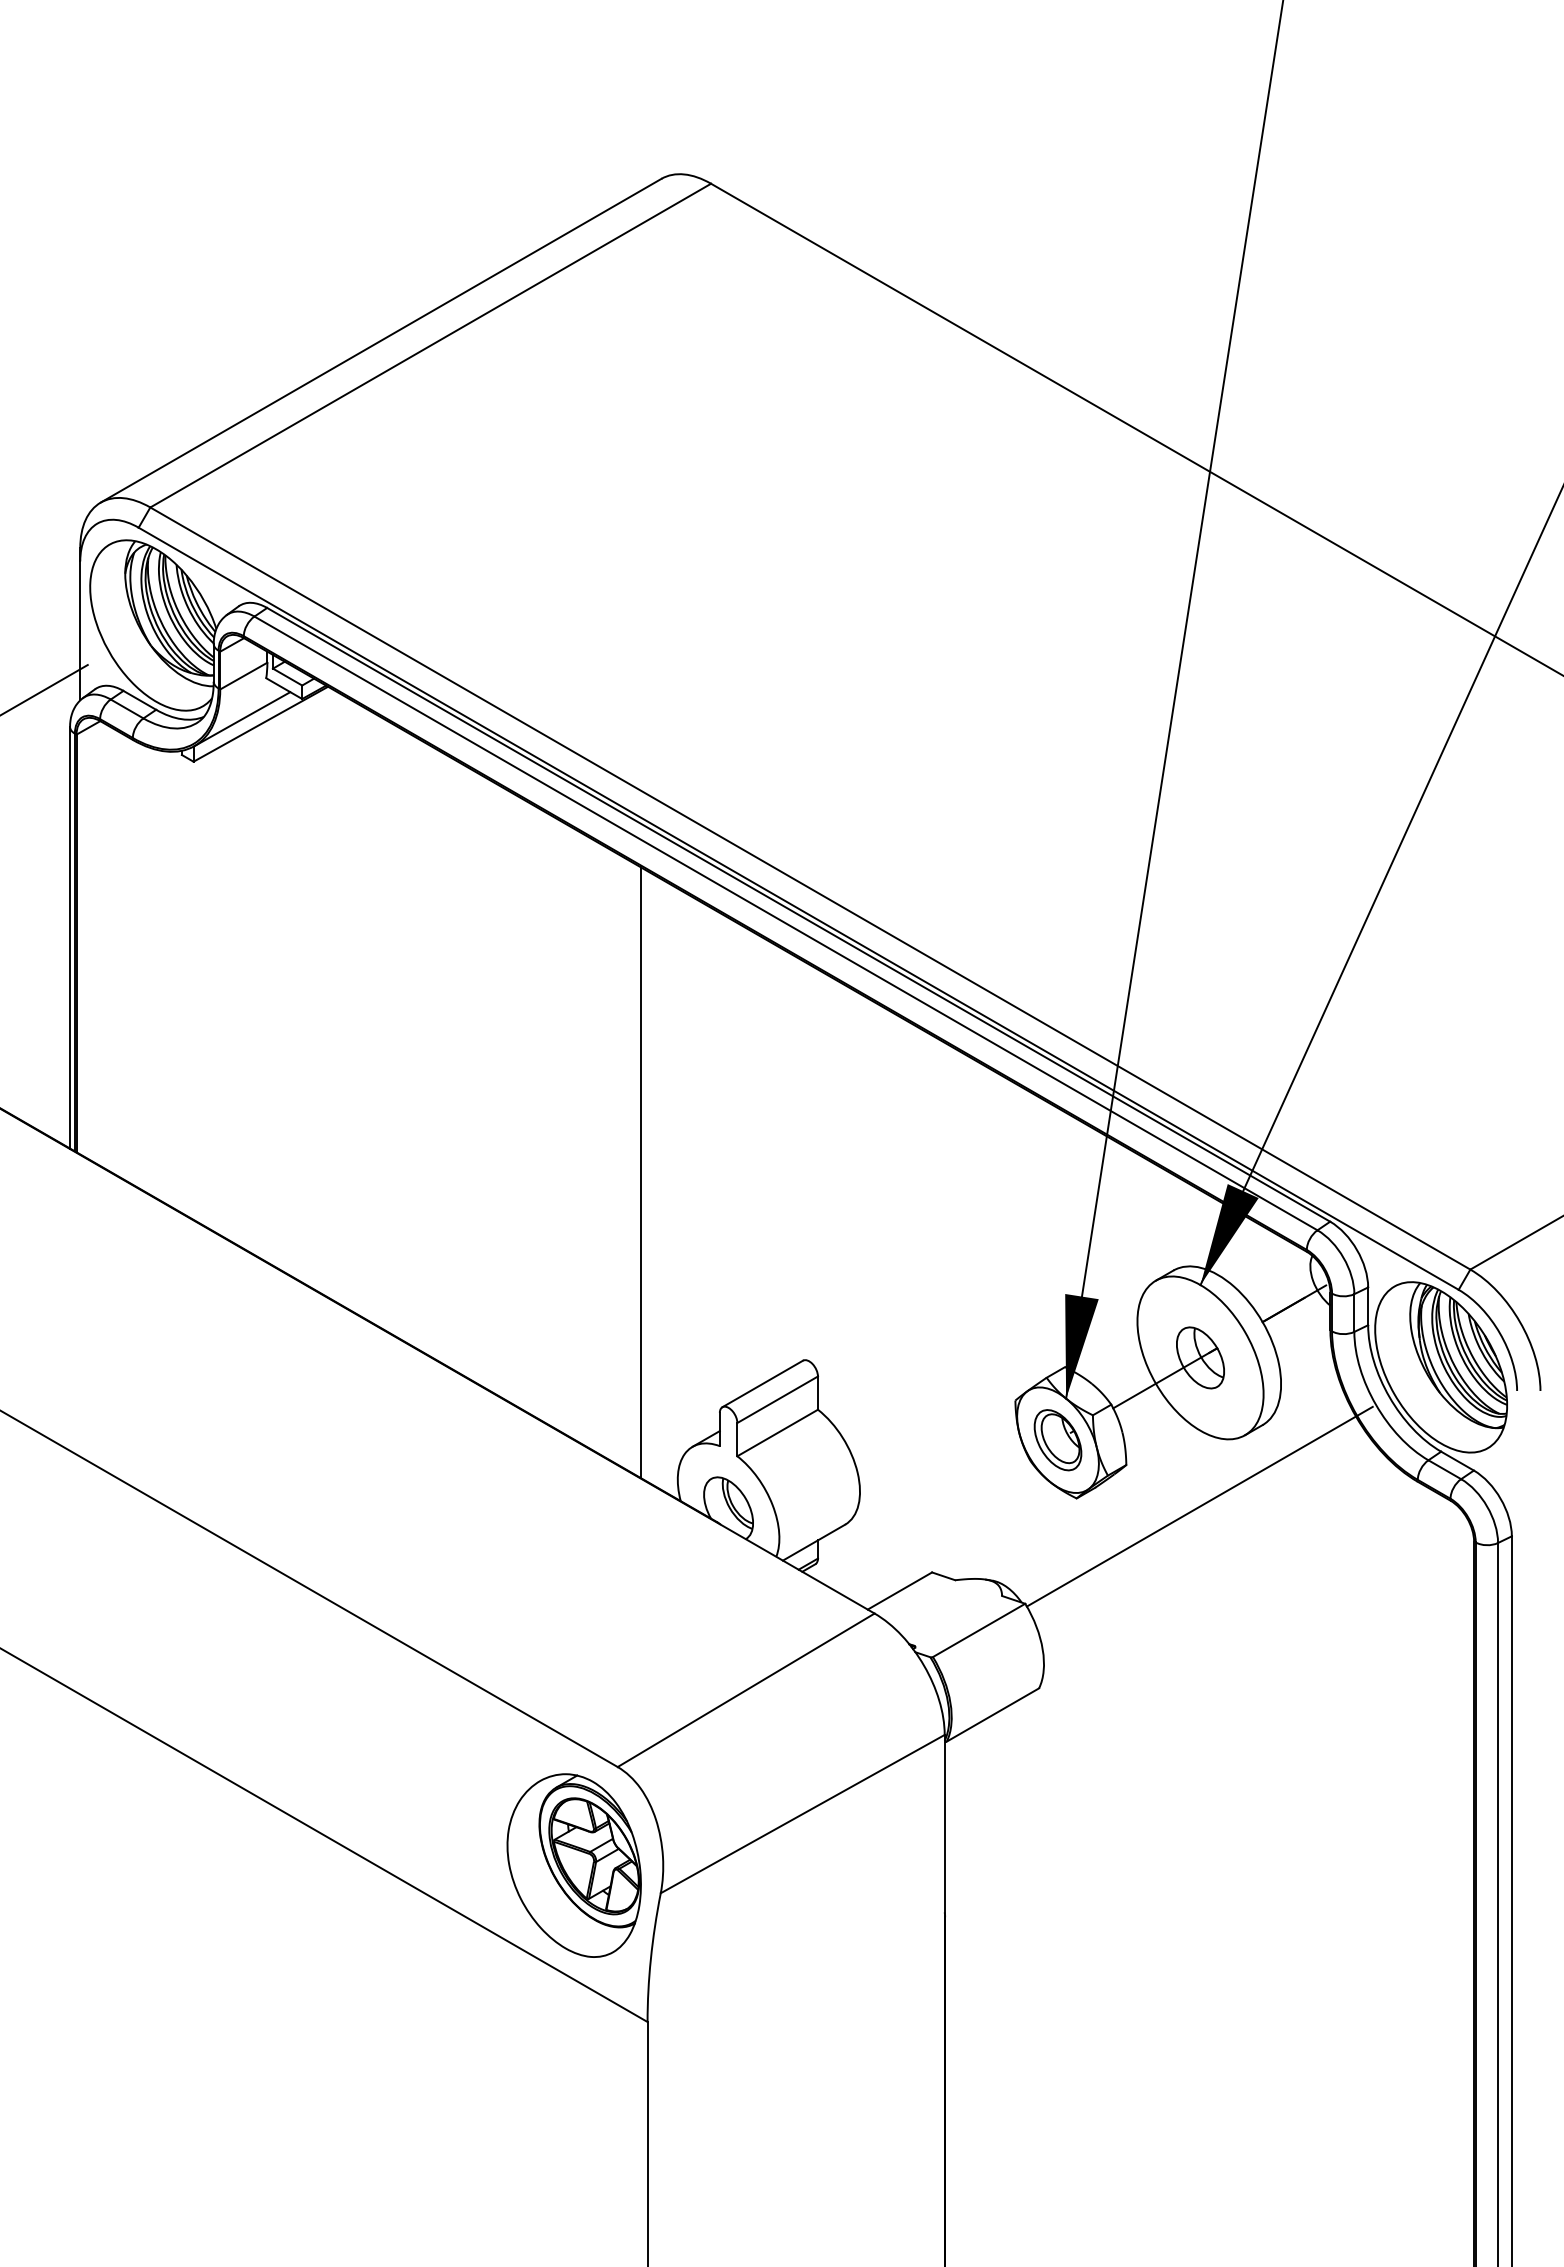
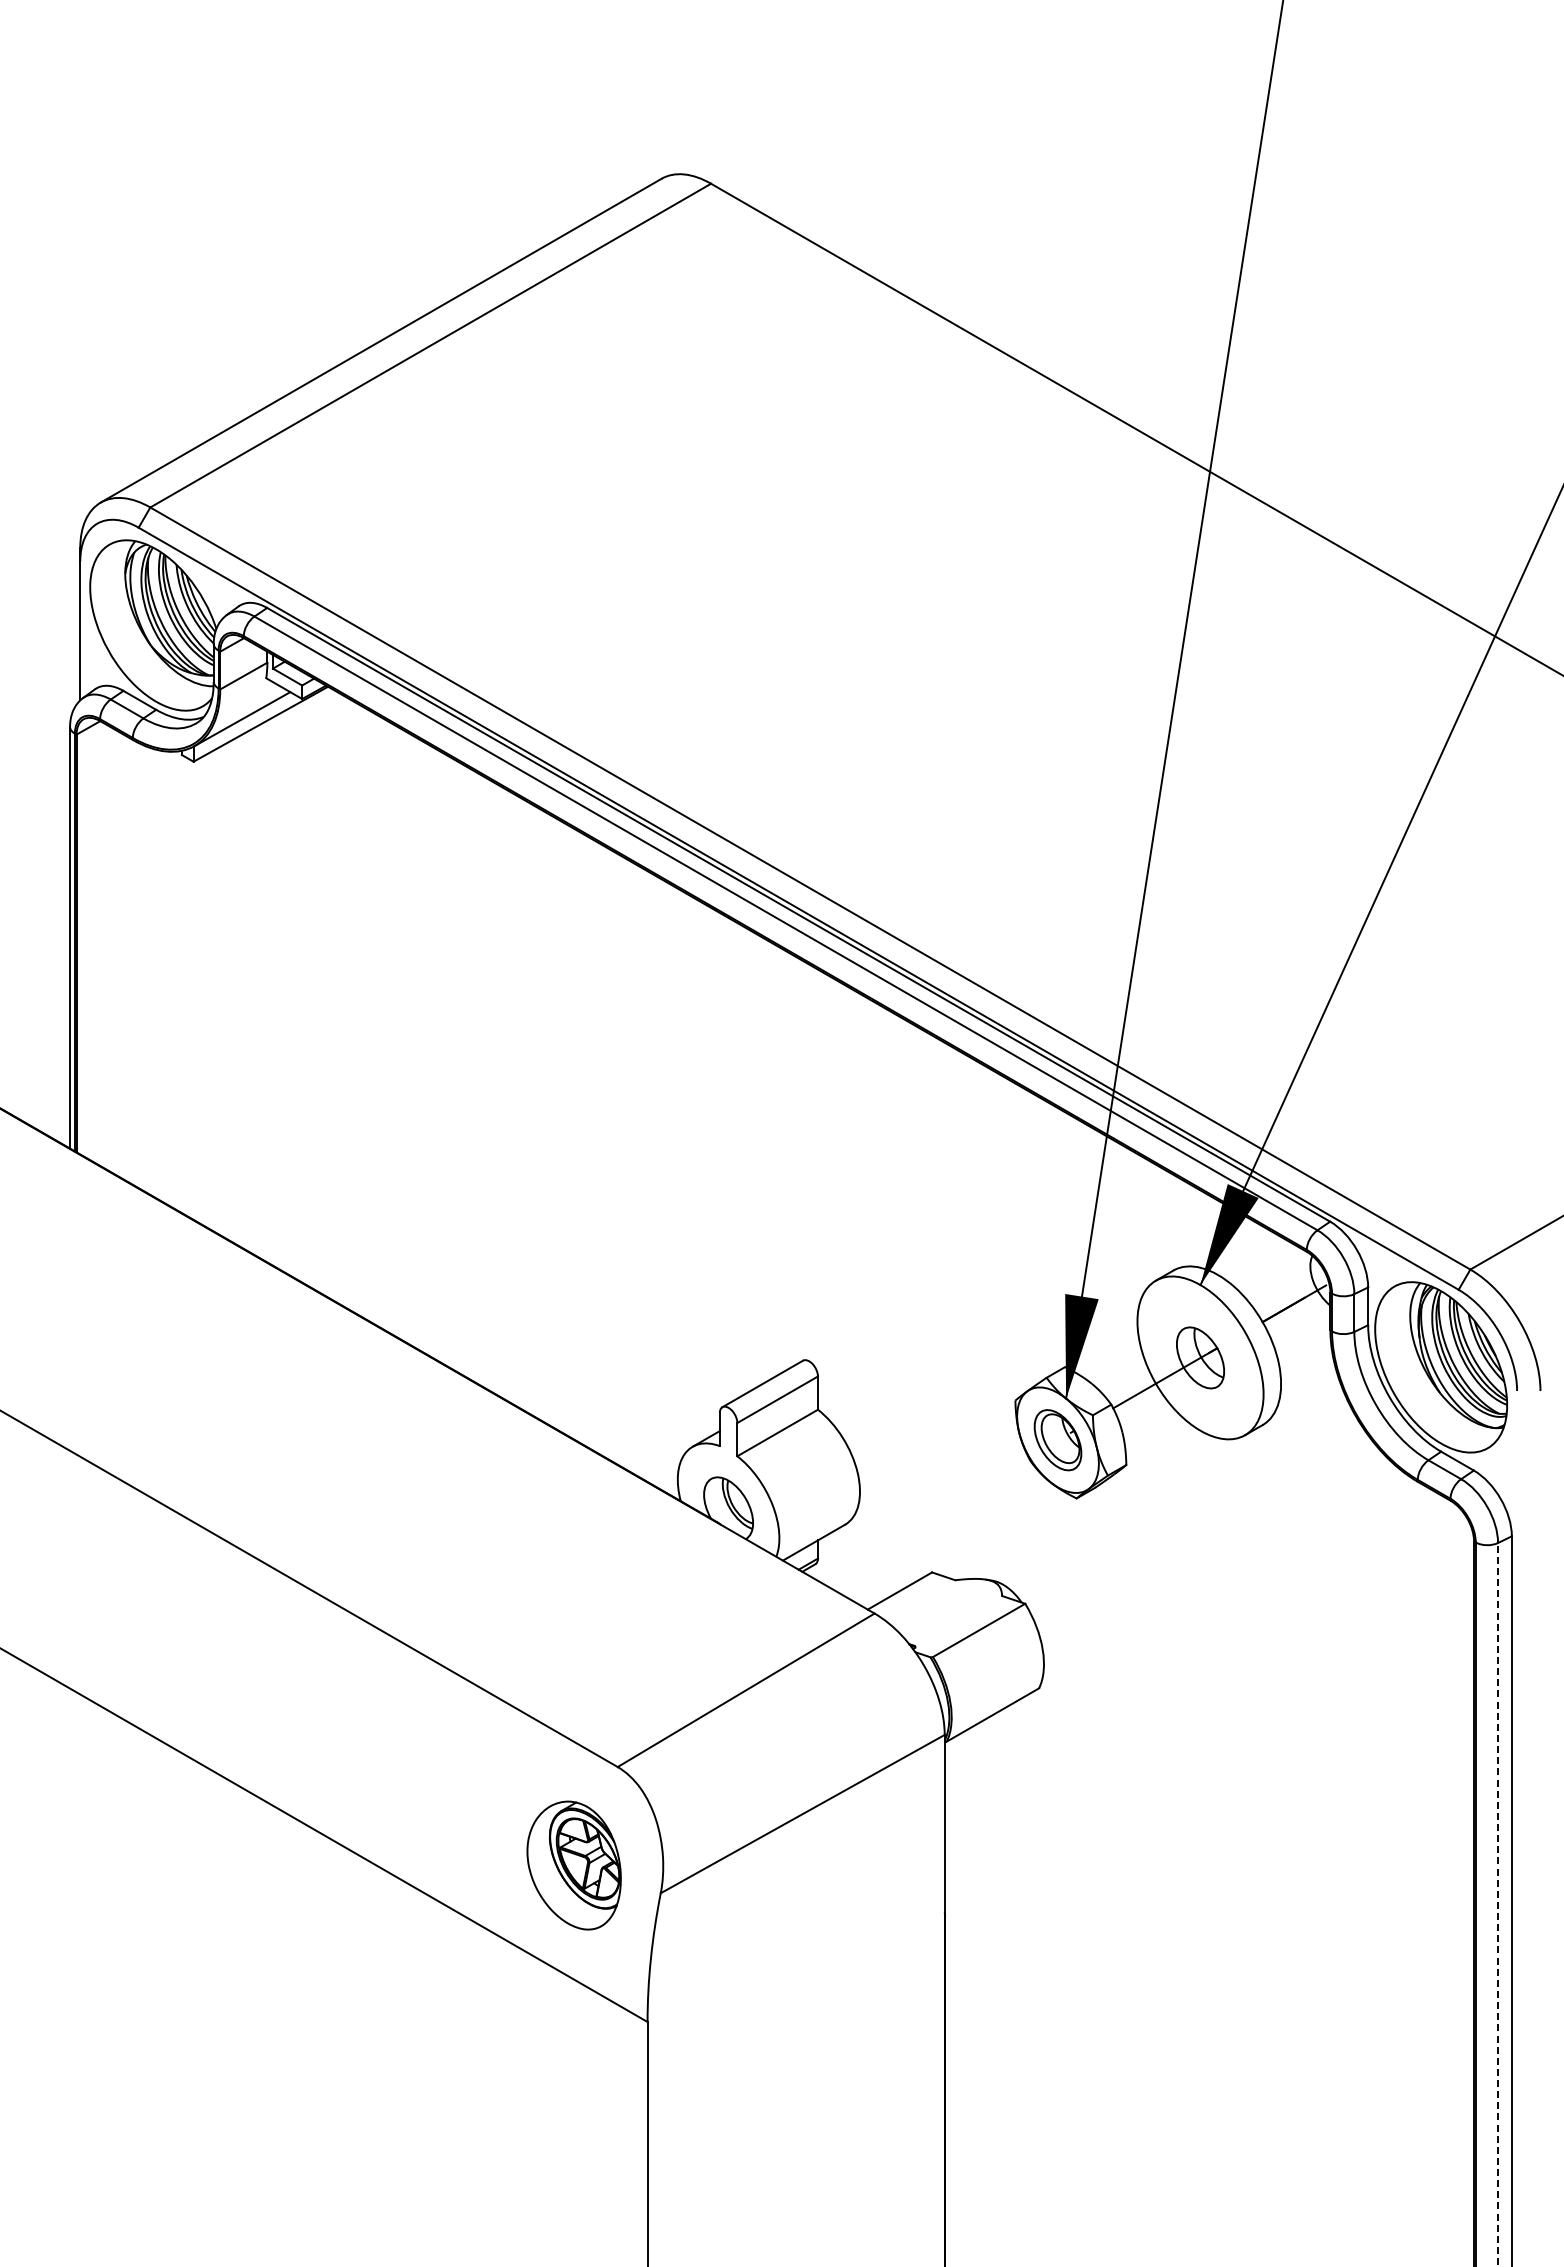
line at (44, 689): present -> none
line at (641, 1172): present -> none
line at (1199, 1506): present -> none
part at (573, 1865) size: 136x185 px -> 96x131 px
line at (1498, 1905): solid -> dashed
